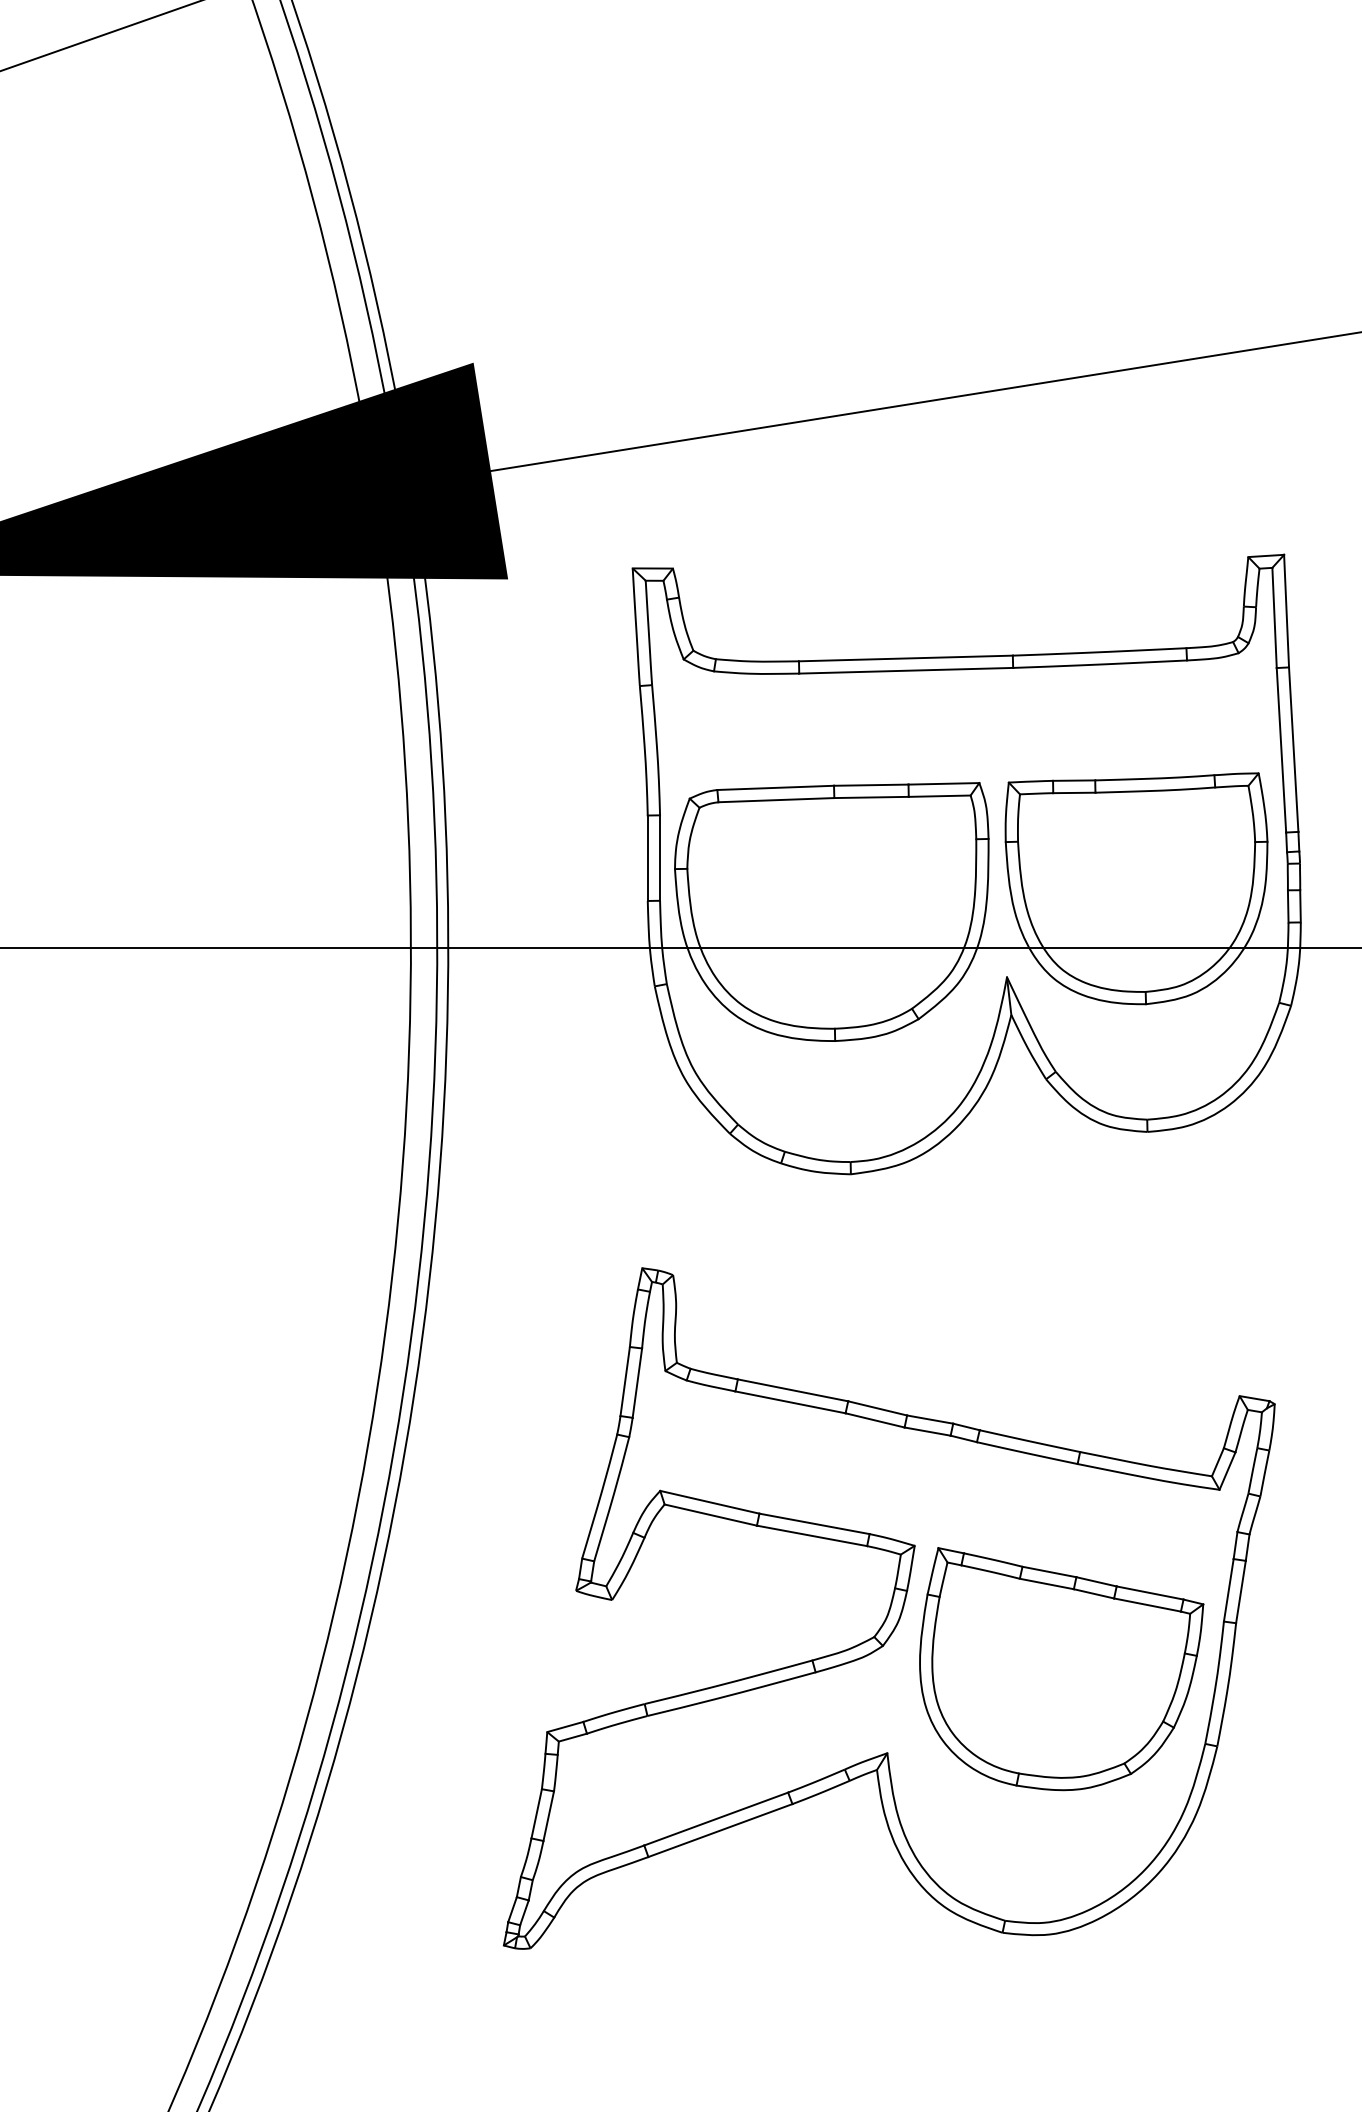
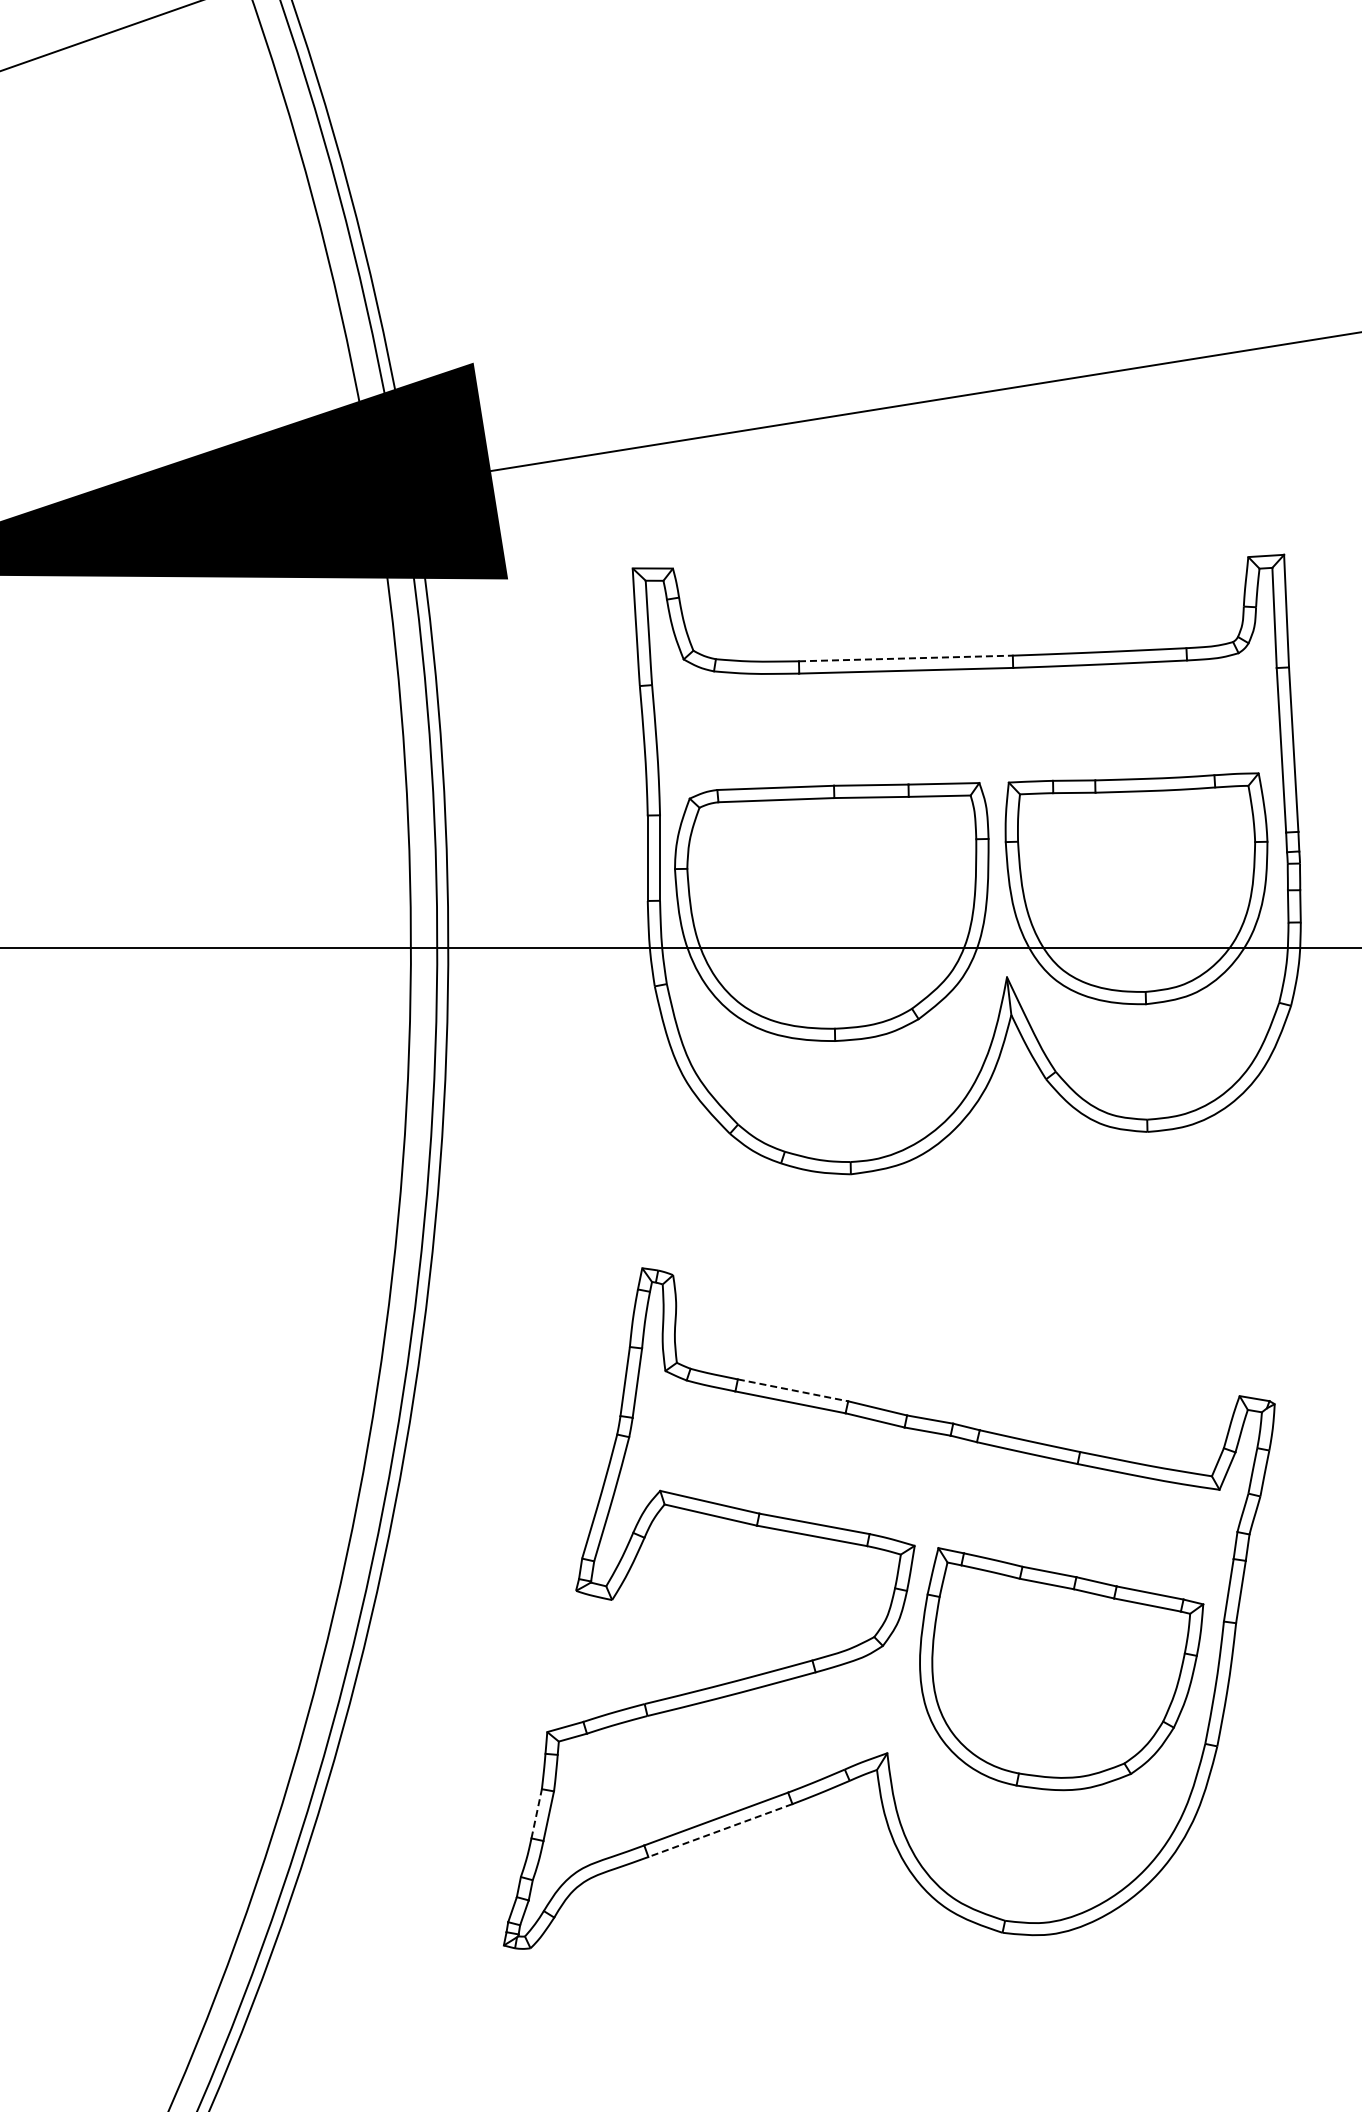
line at (905, 658): solid -> dashed
line at (793, 1390): solid -> dashed
line at (536, 1813): solid -> dashed
line at (720, 1830): solid -> dashed
